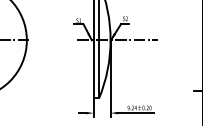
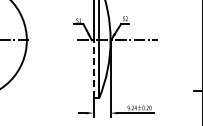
line at (93, 69): solid -> dashed
